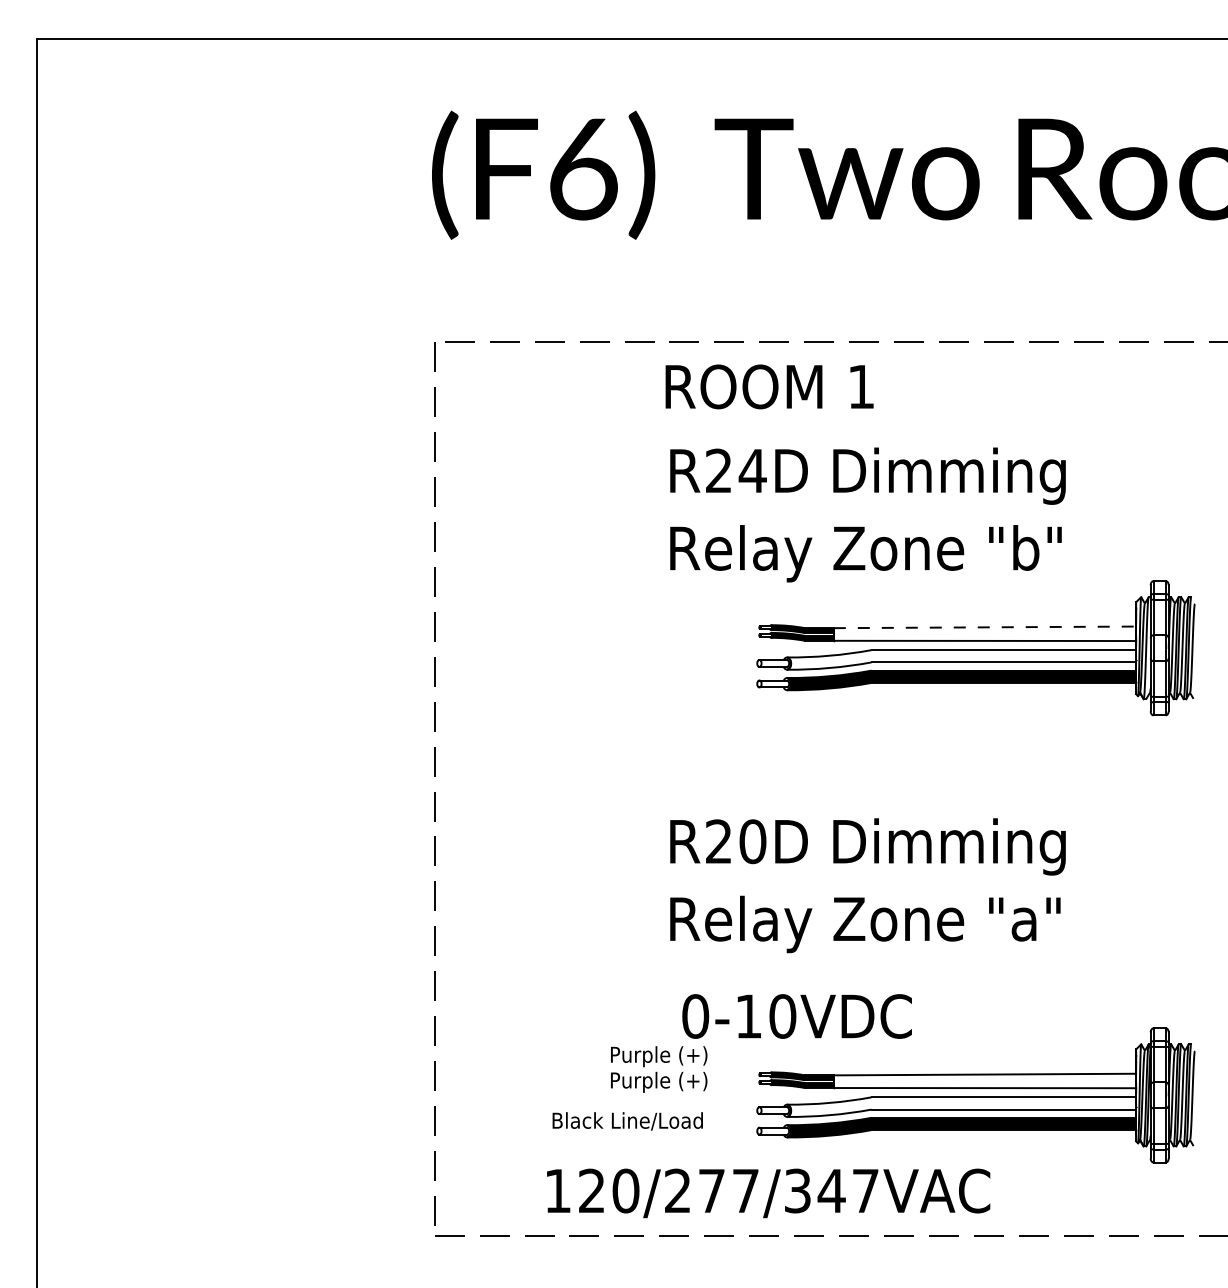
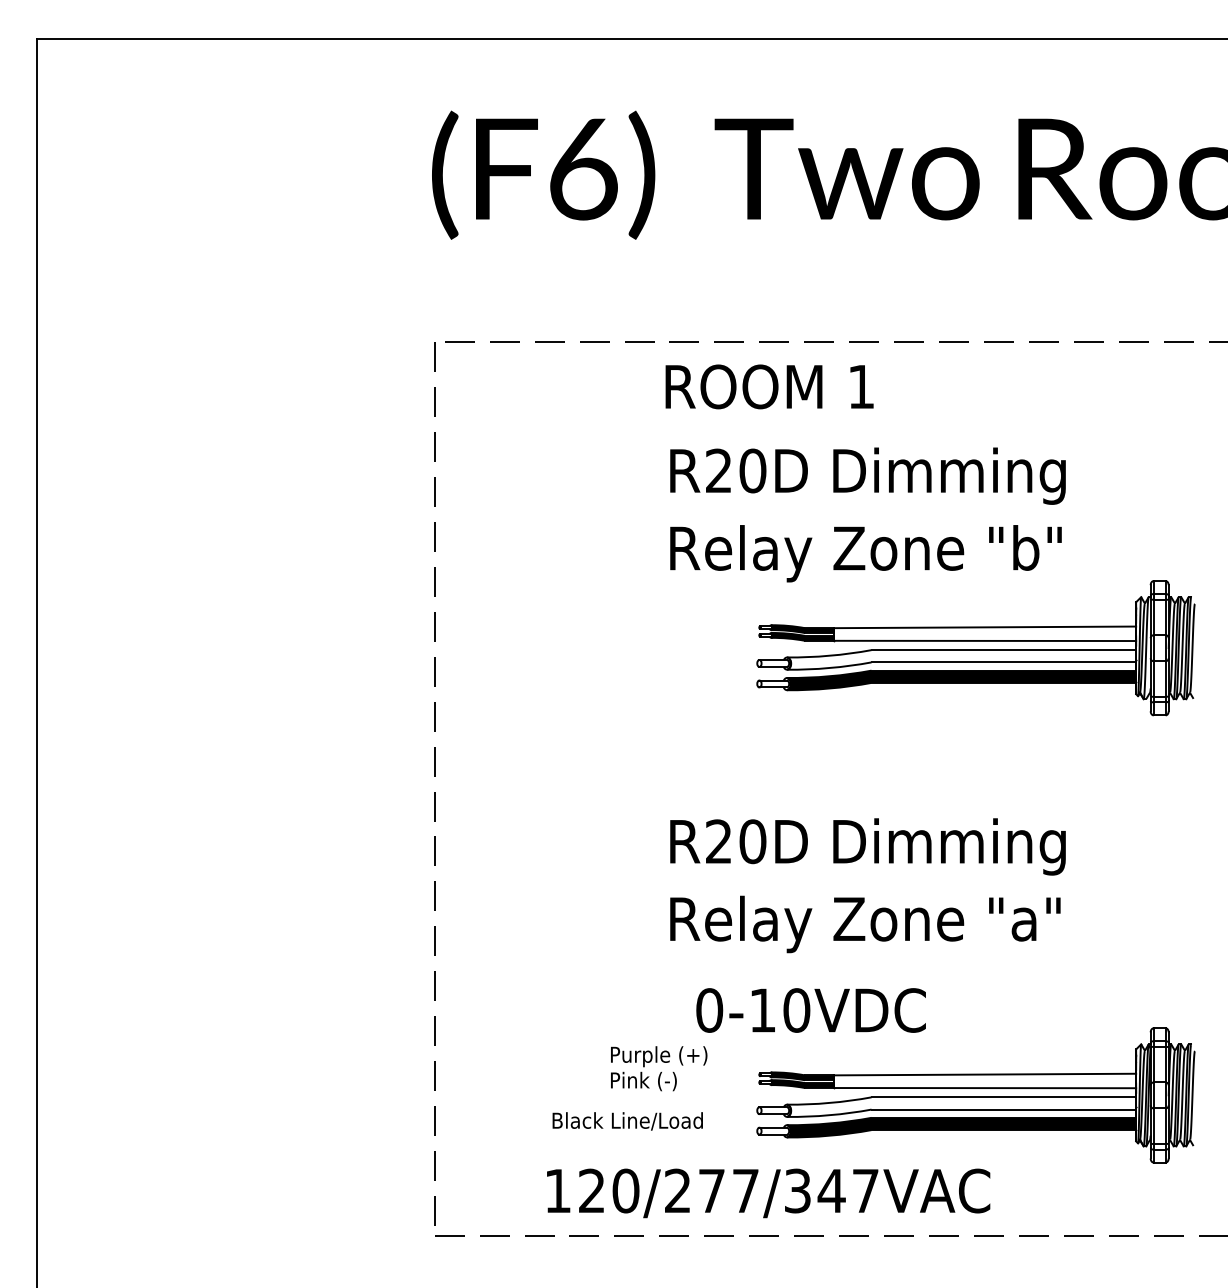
text at (752, 470): R24D -> R20D
line at (985, 627): dashed -> solid
text at (796, 1016) position: (796, 1016) -> (810, 1010)
text at (664, 1081): Purple (+) -> Pink (-)
